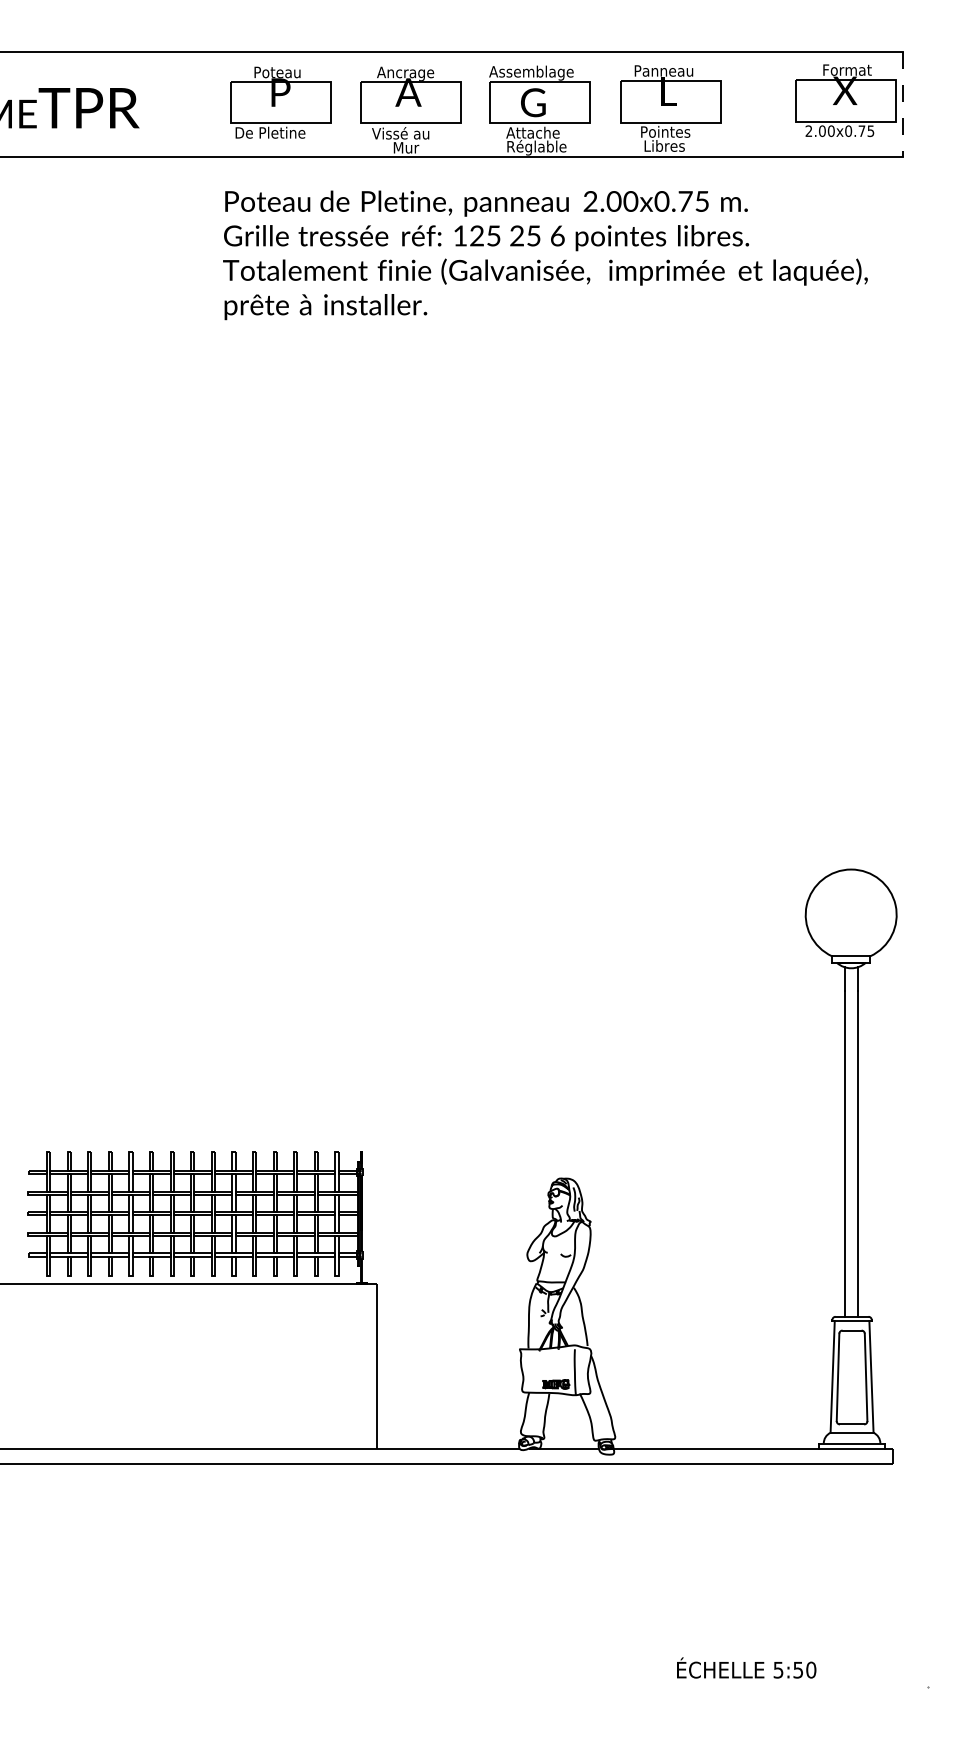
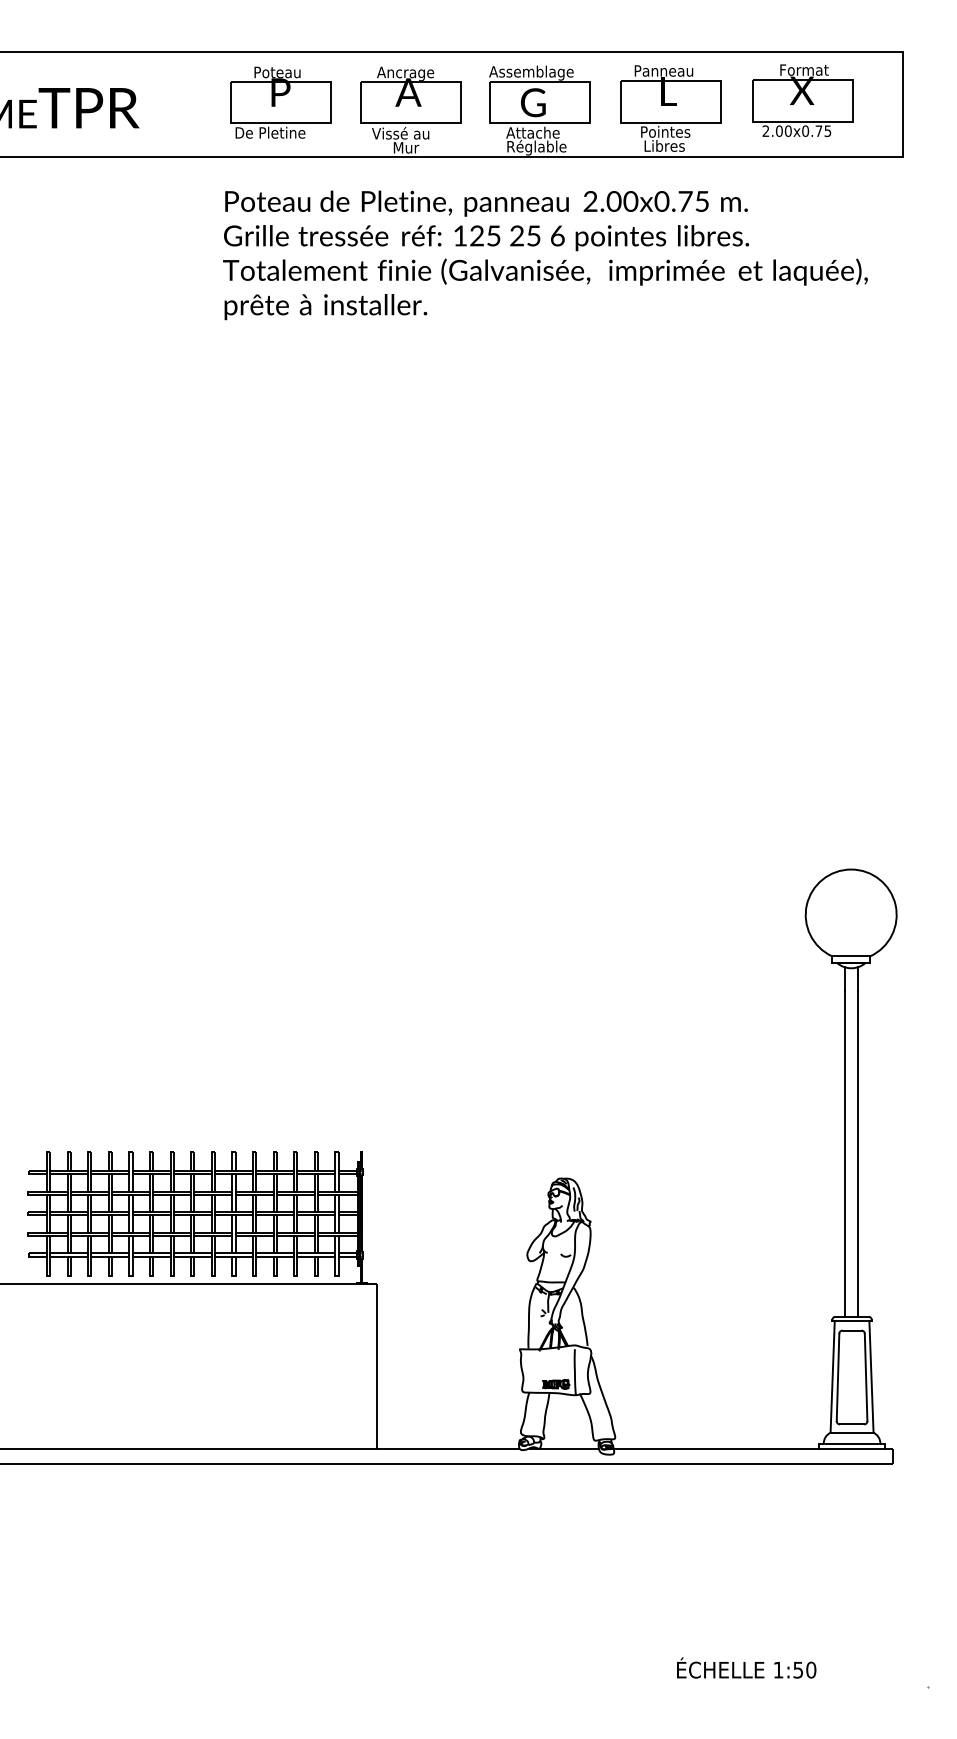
part at (845, 100) position: (845, 100) -> (802, 100)
line at (902, 105): dashed -> solid
text at (778, 1670): 5:50 -> 1:50
